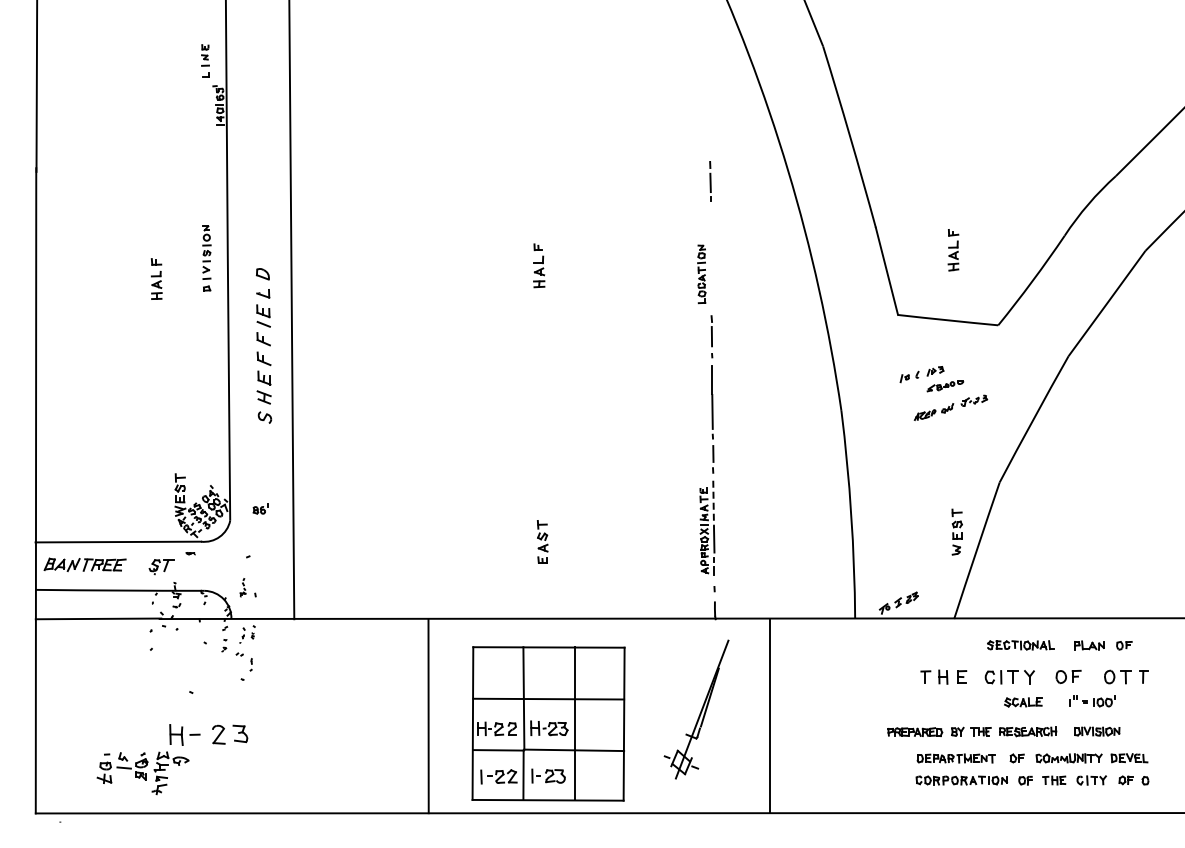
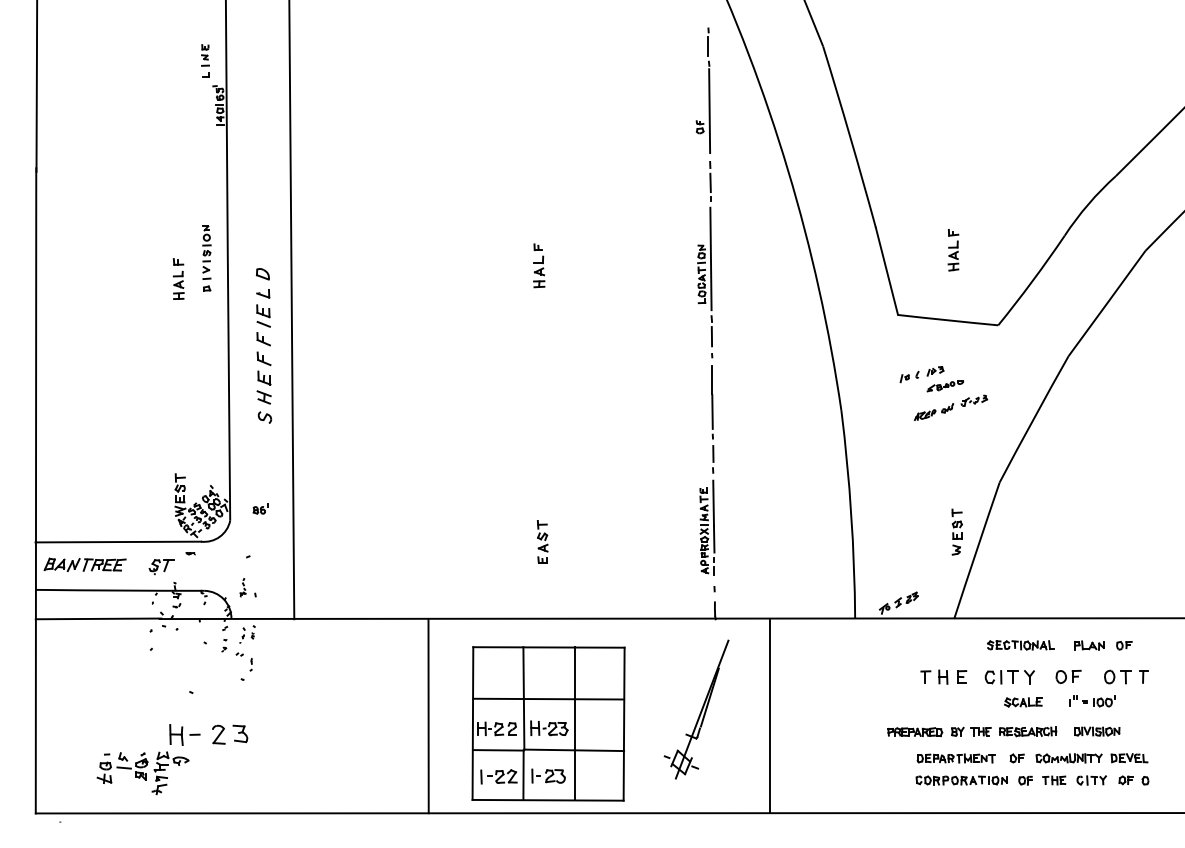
part at (702, 90): none -> present
line at (710, 258): none -> present
part at (156, 278) position: (156, 278) -> (178, 278)
line at (713, 503): dashed -> solid
